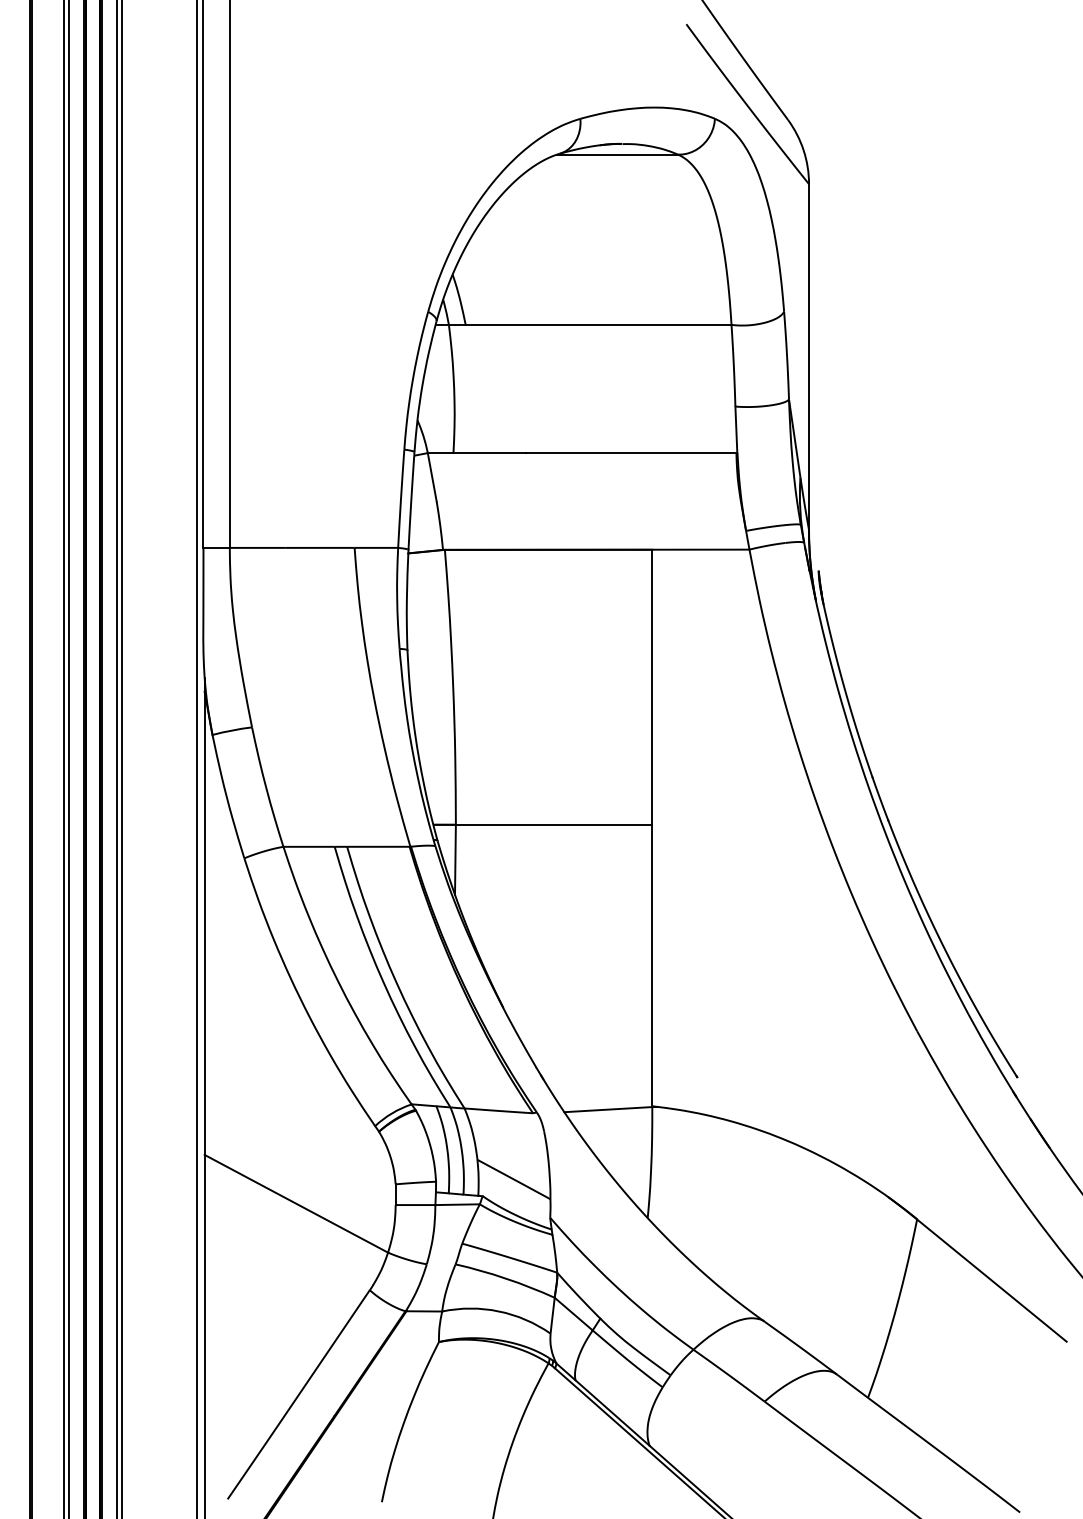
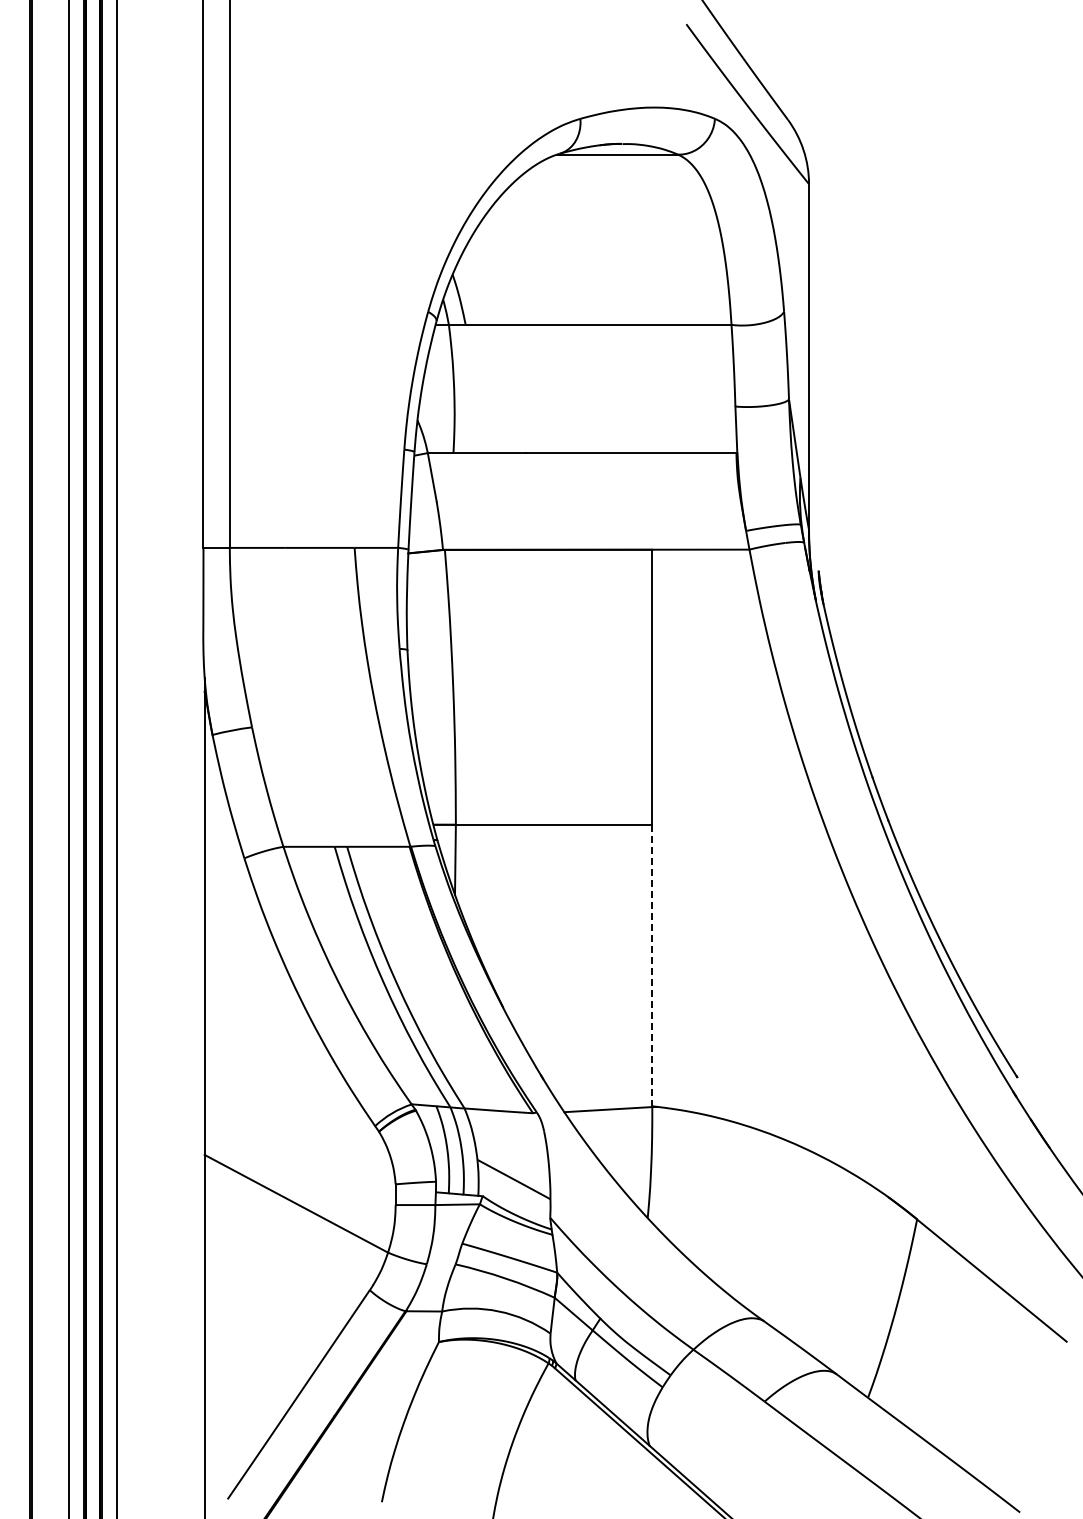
line at (63, 758): present -> none
line at (122, 758): present -> none
line at (196, 758): present -> none
line at (652, 965): solid -> dashed
